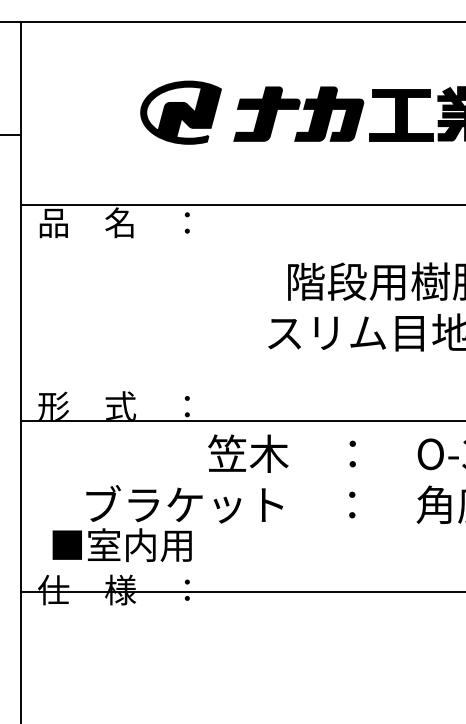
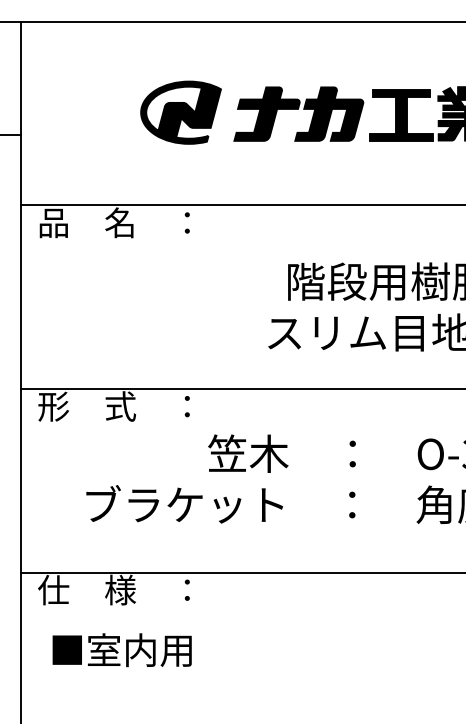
line at (241, 420) position: (241, 420) -> (241, 388)
text at (121, 545) position: (121, 545) -> (121, 650)
line at (241, 591) position: (241, 591) -> (241, 572)
